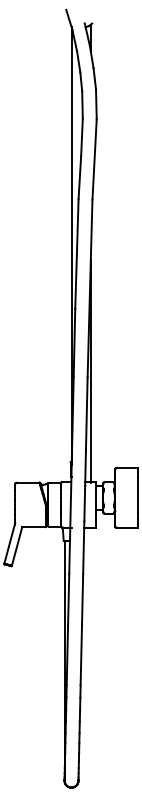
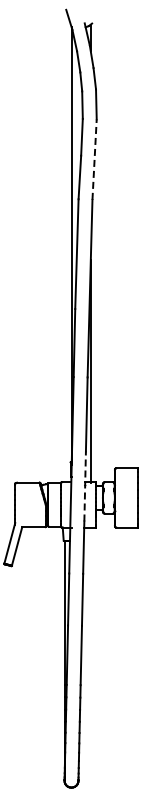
line at (94, 159): solid -> dashed
line at (85, 485): solid -> dashed
